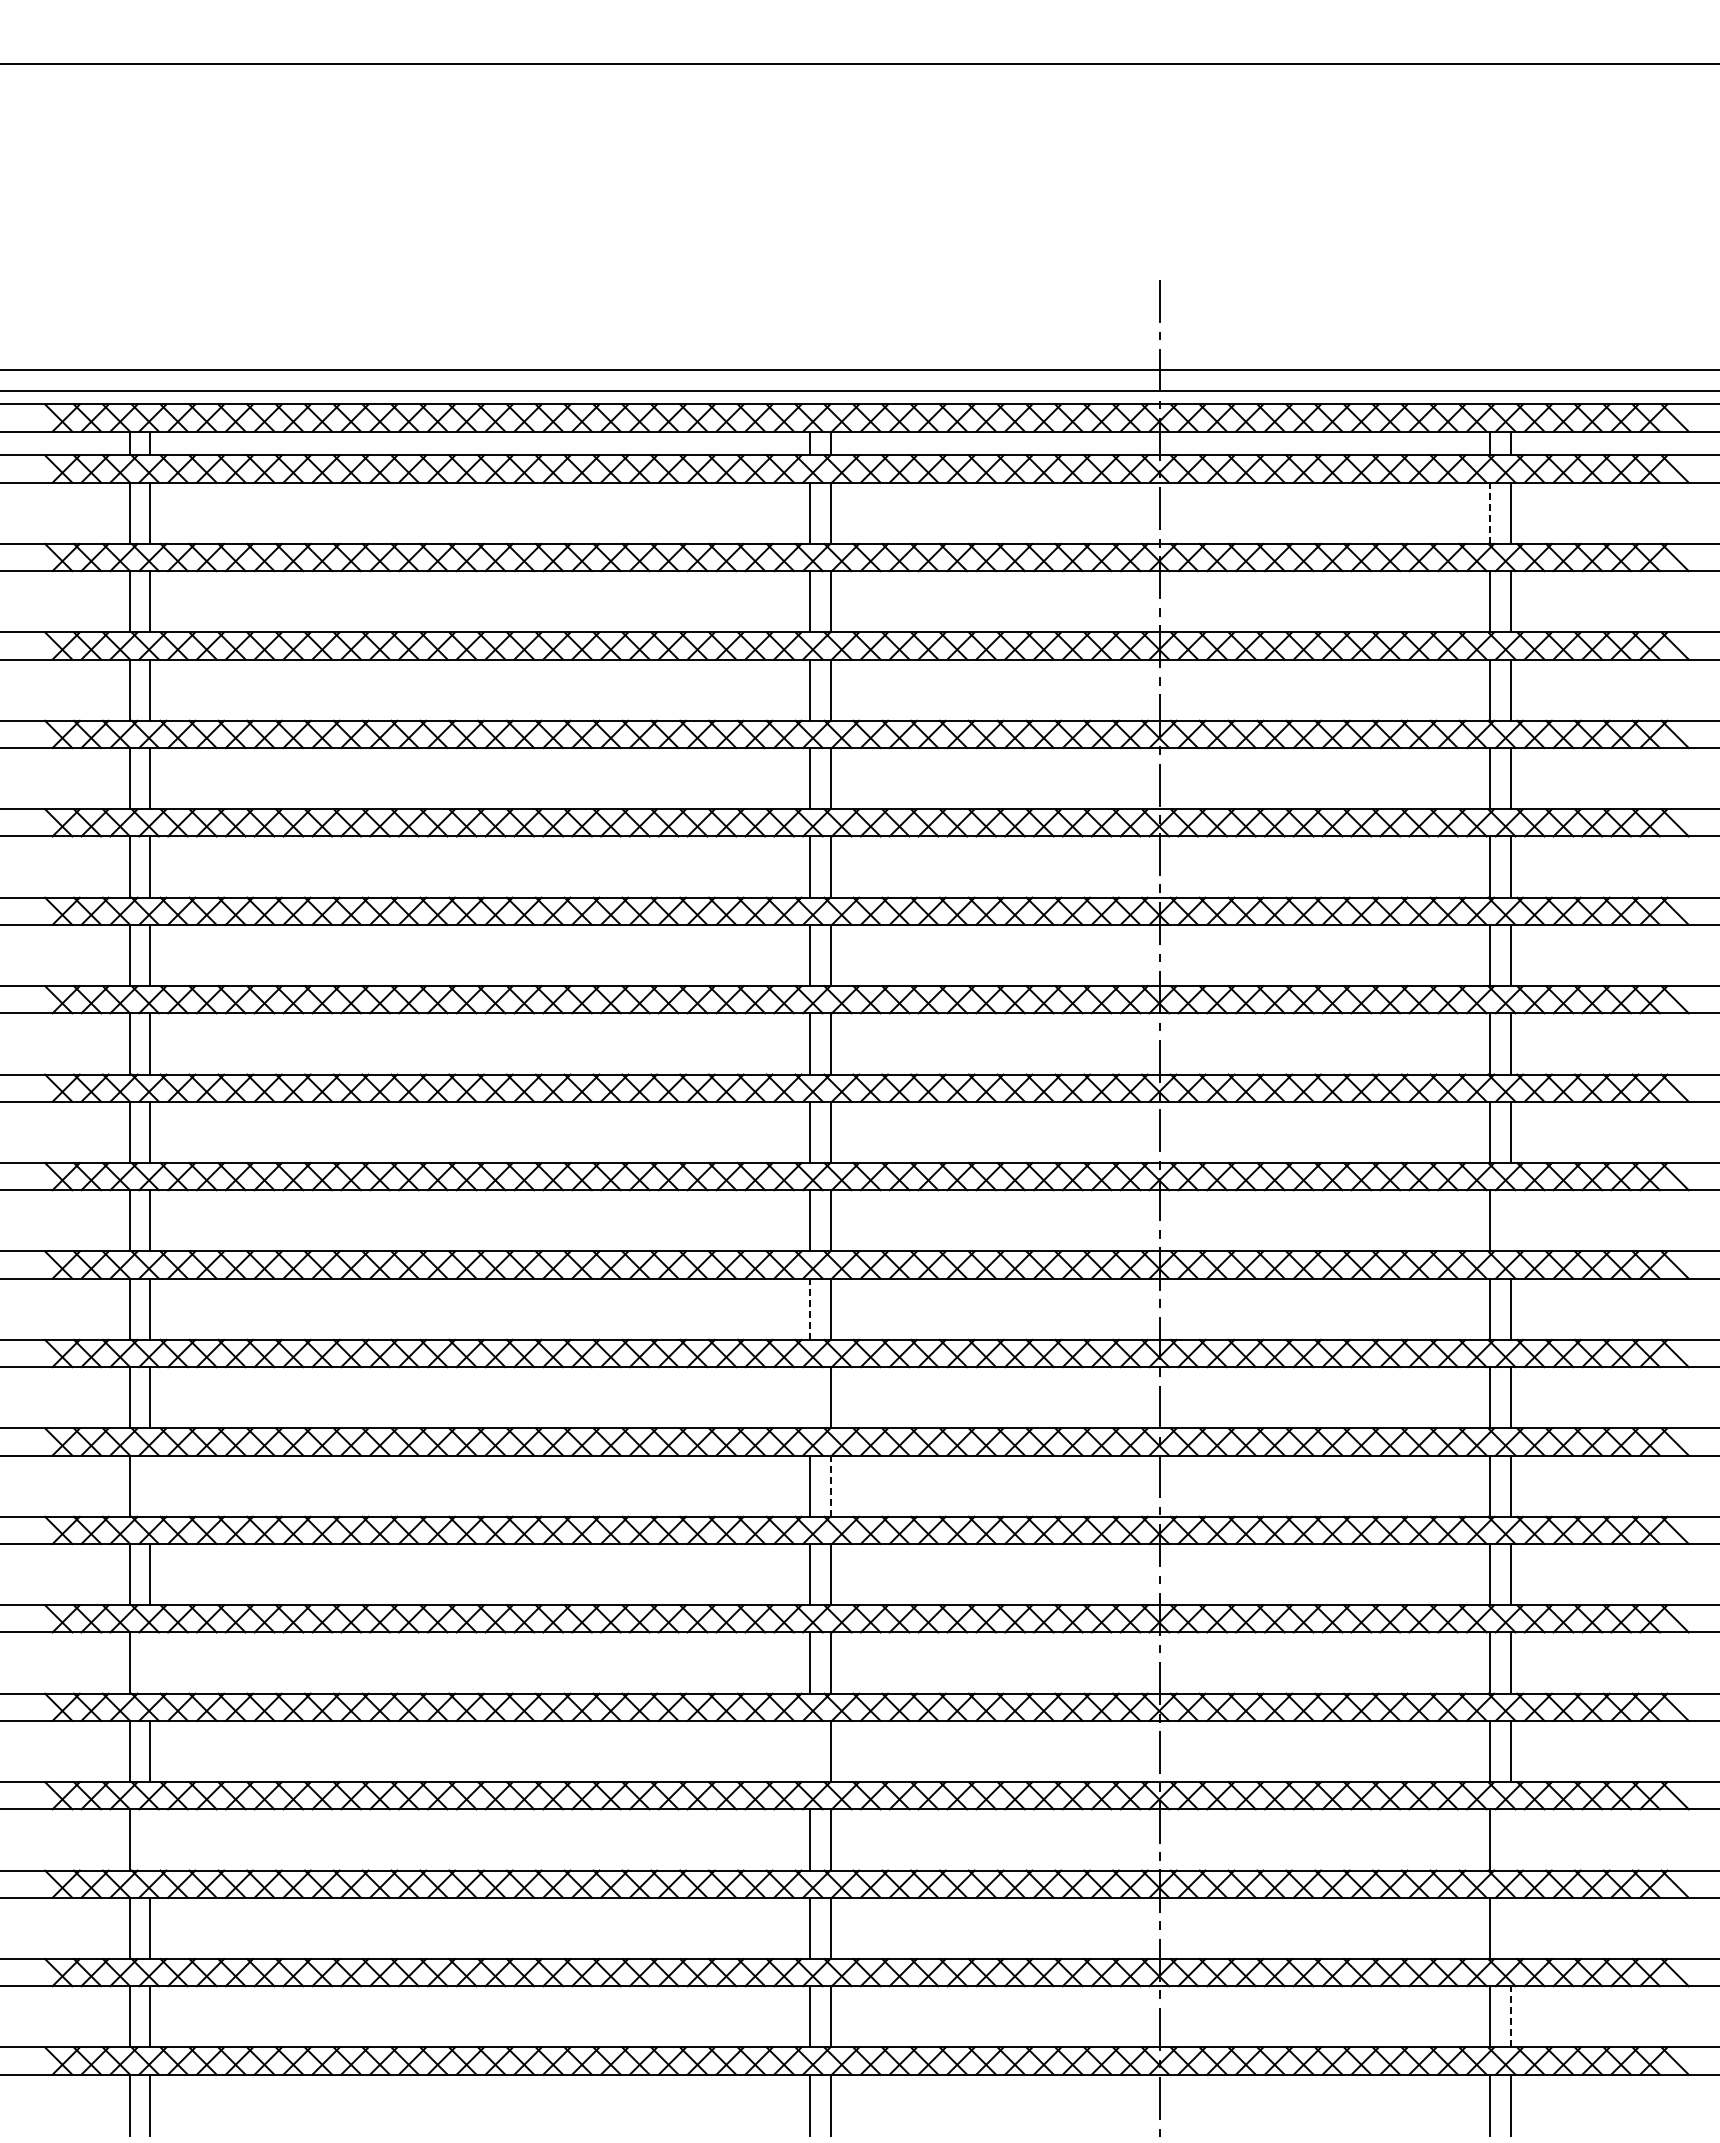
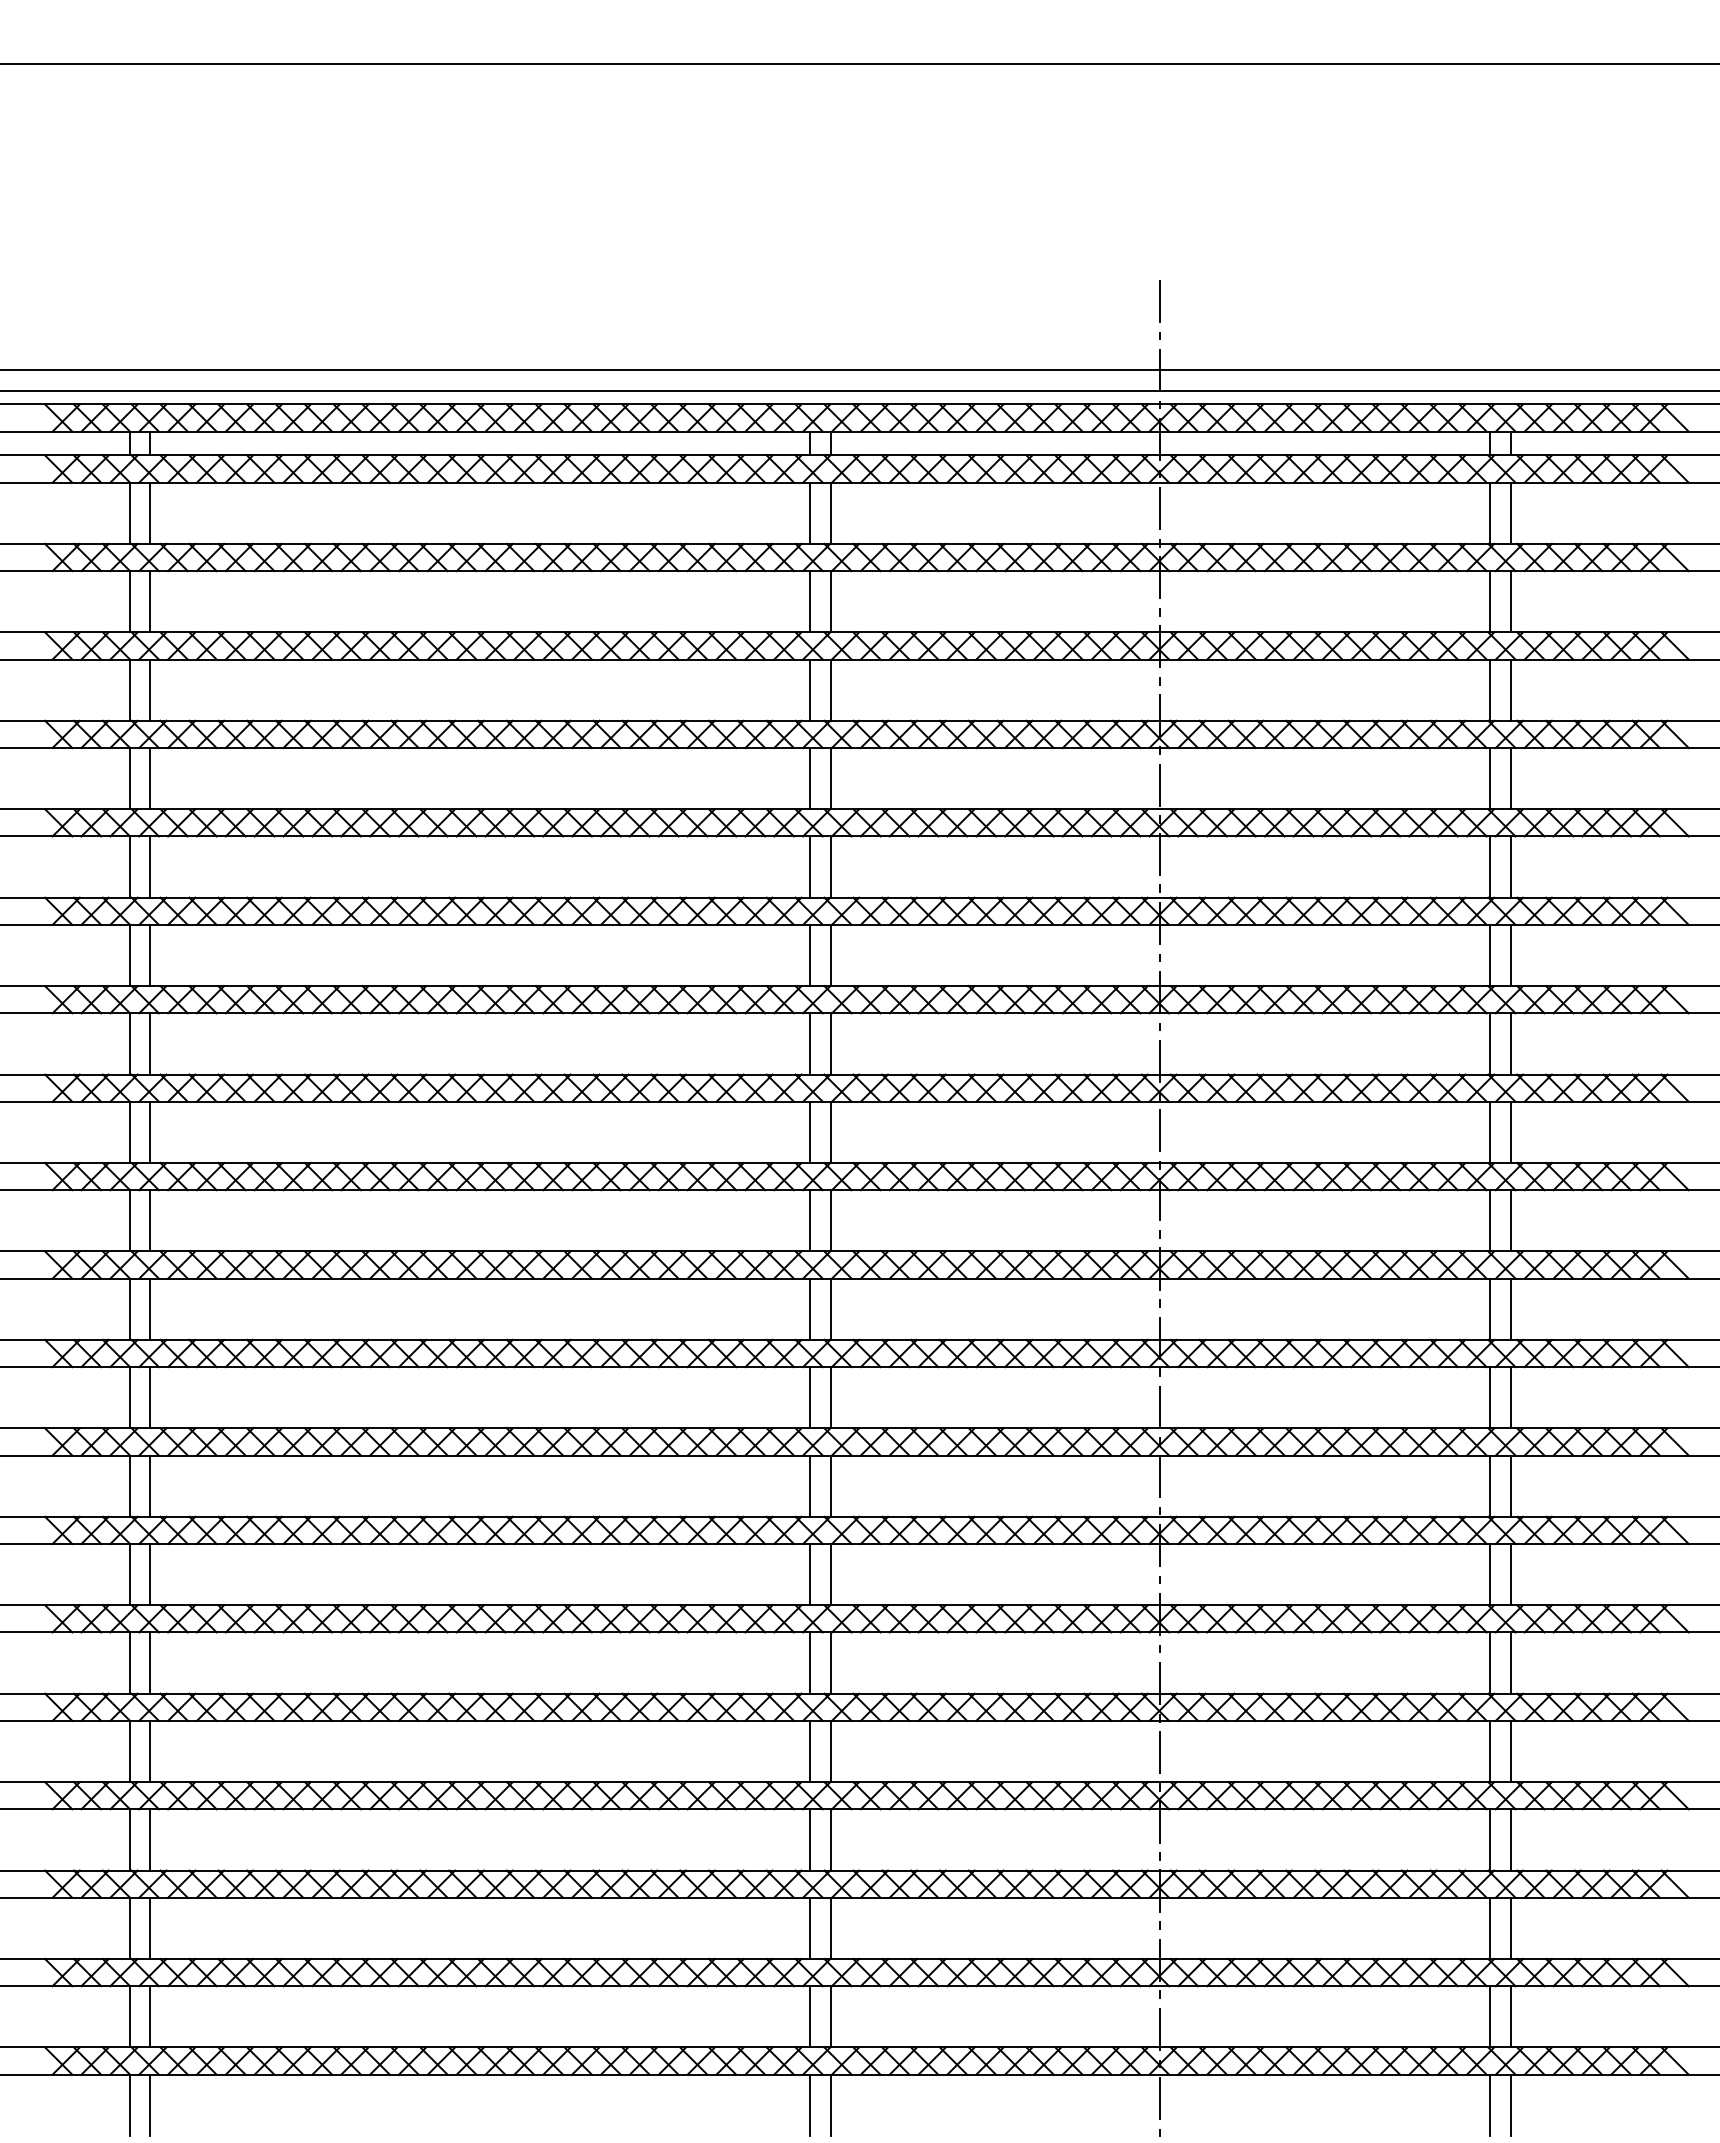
line at (1490, 513): dashed -> solid
line at (1510, 1220): none -> present
line at (810, 1309): dashed -> solid
line at (810, 1397): none -> present
line at (150, 1485): none -> present
line at (830, 1486): dashed -> solid
line at (150, 1662): none -> present
line at (810, 1751): none -> present
line at (150, 1839): none -> present
line at (1510, 1839): none -> present
line at (1510, 1928): none -> present
line at (1510, 2016): dashed -> solid
